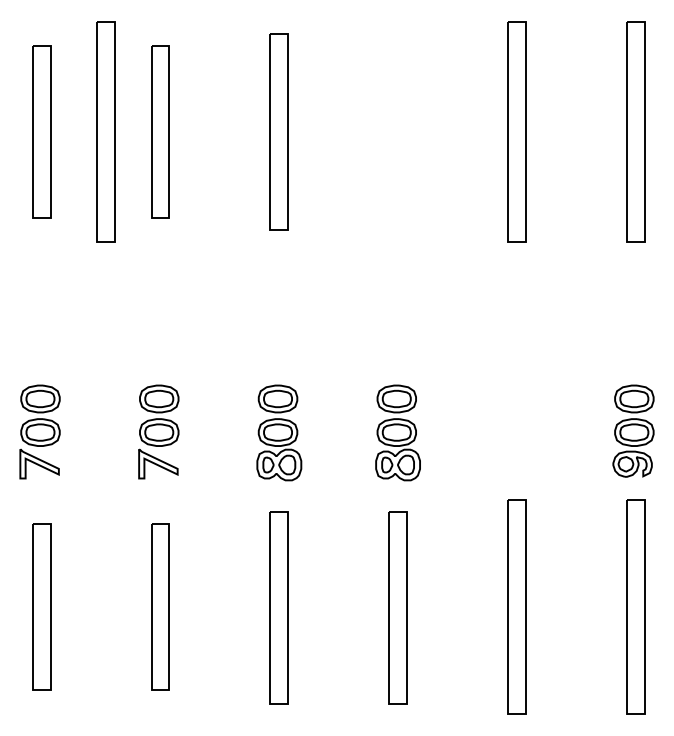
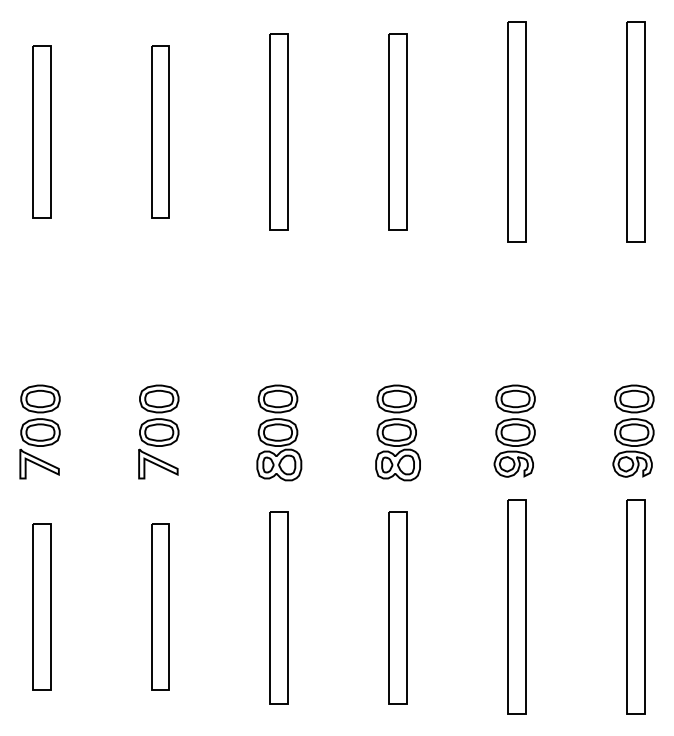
part at (105, 131): present -> none
part at (397, 131): none -> present
part at (514, 430): none -> present
